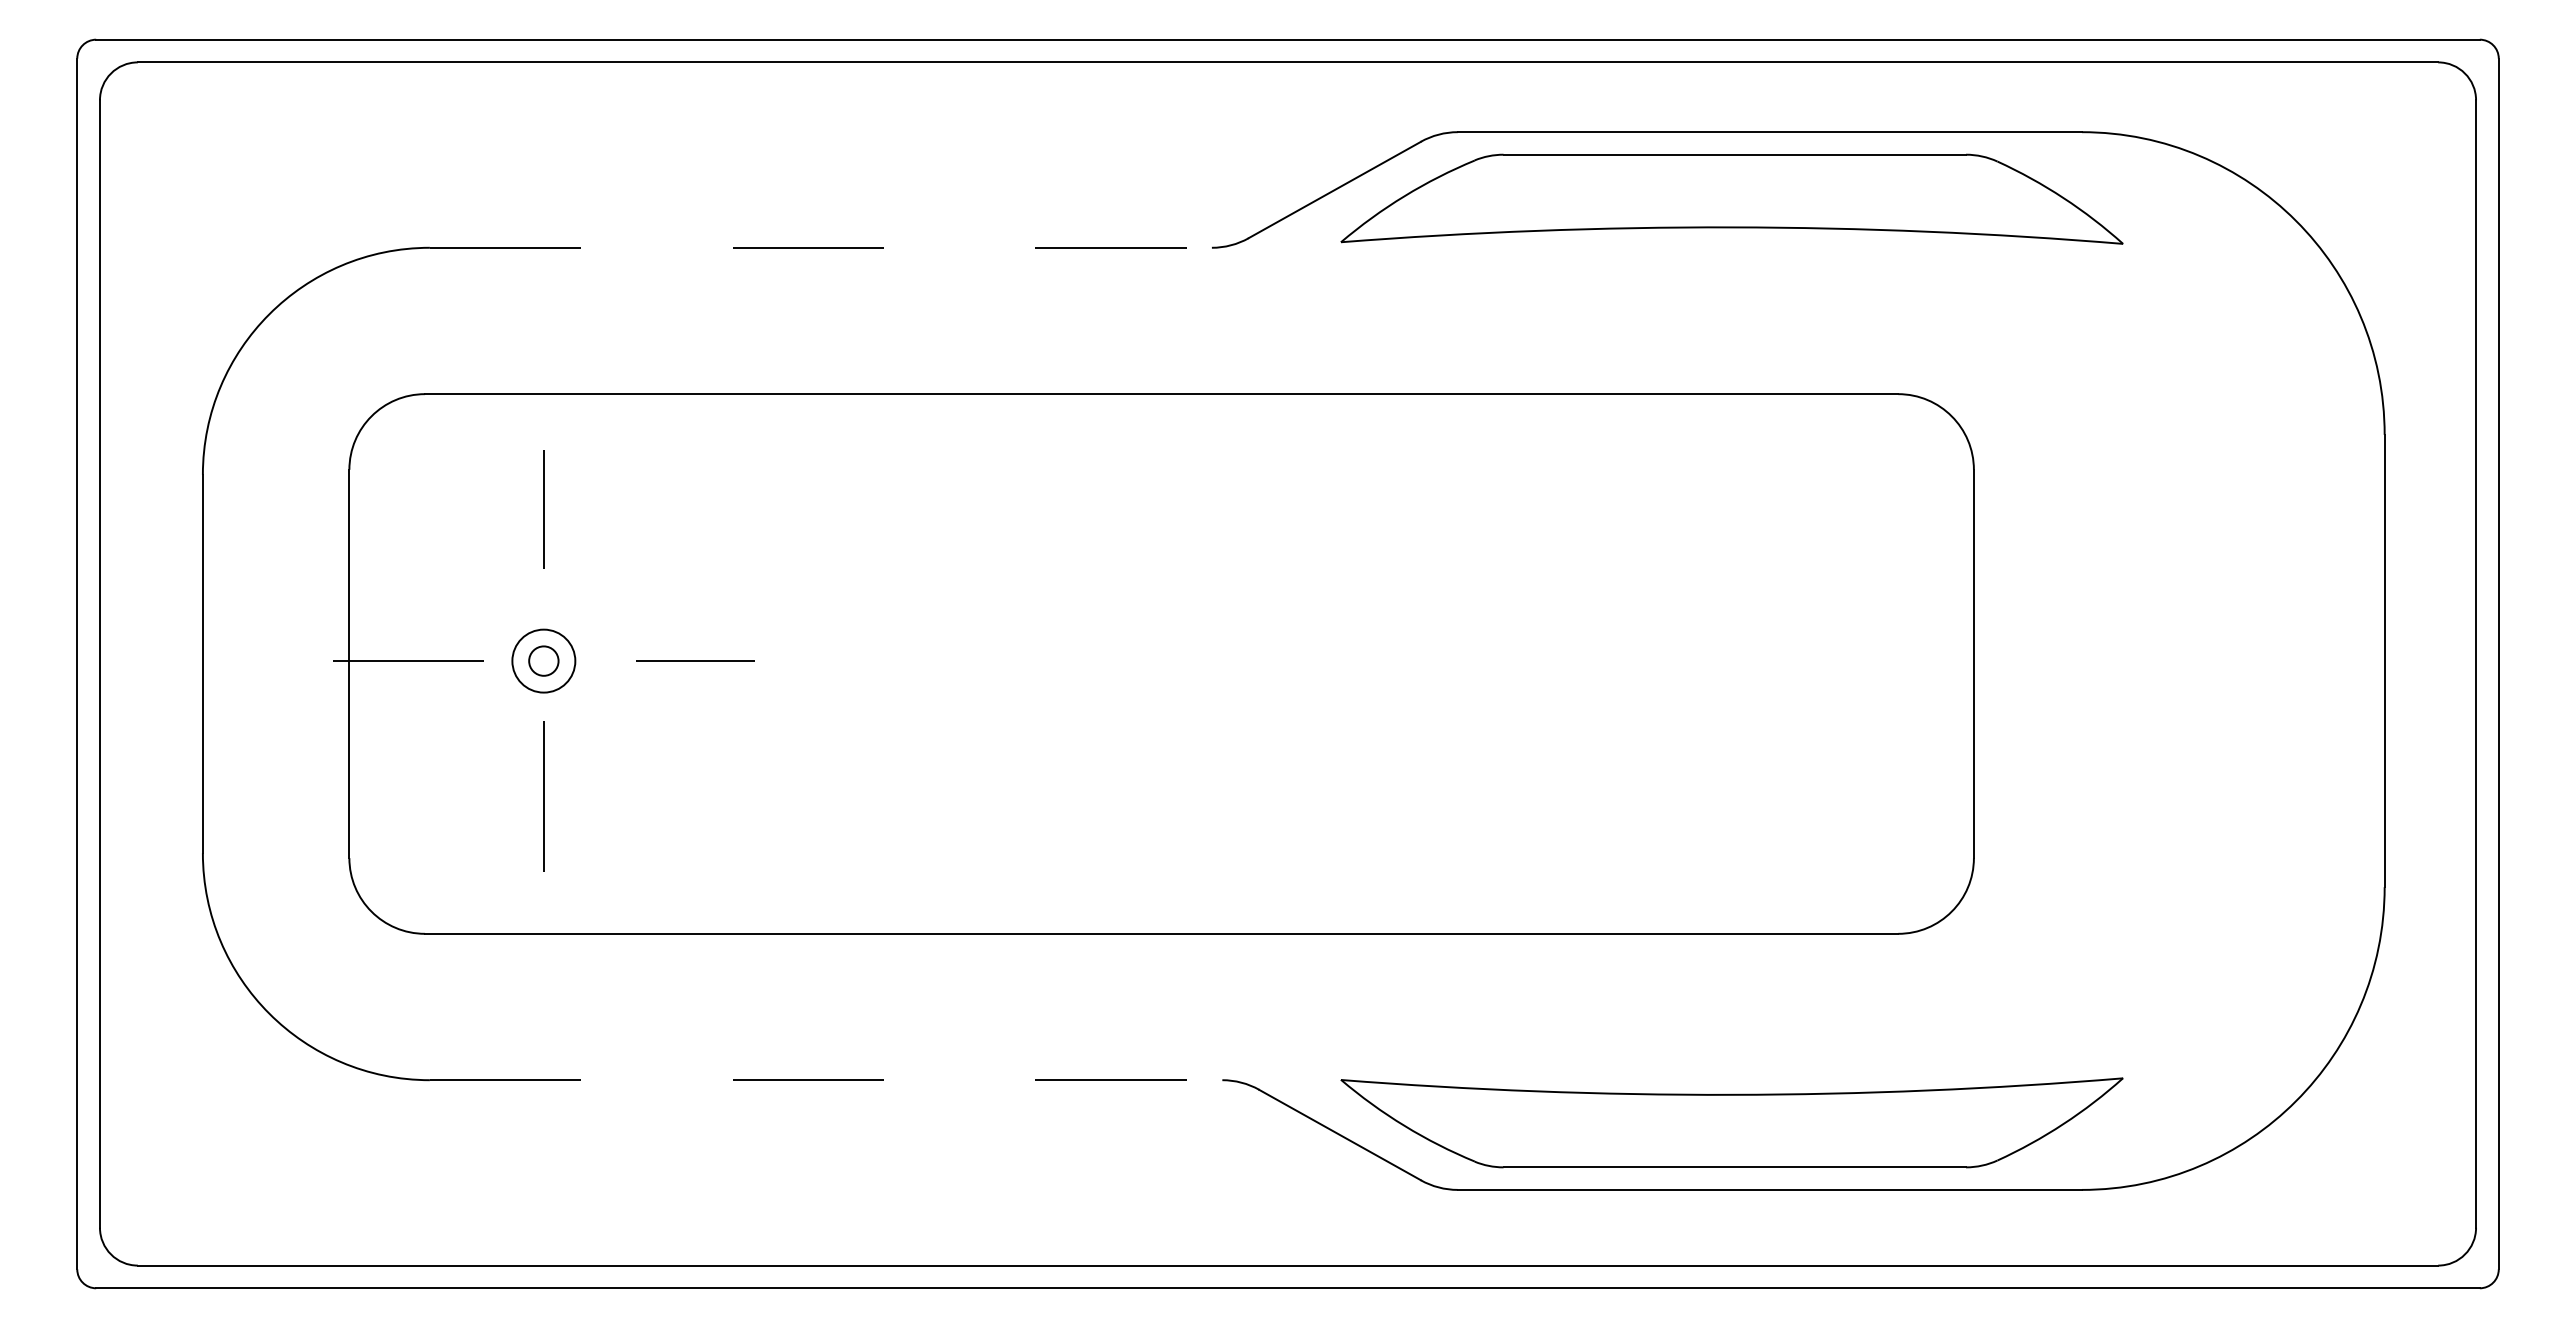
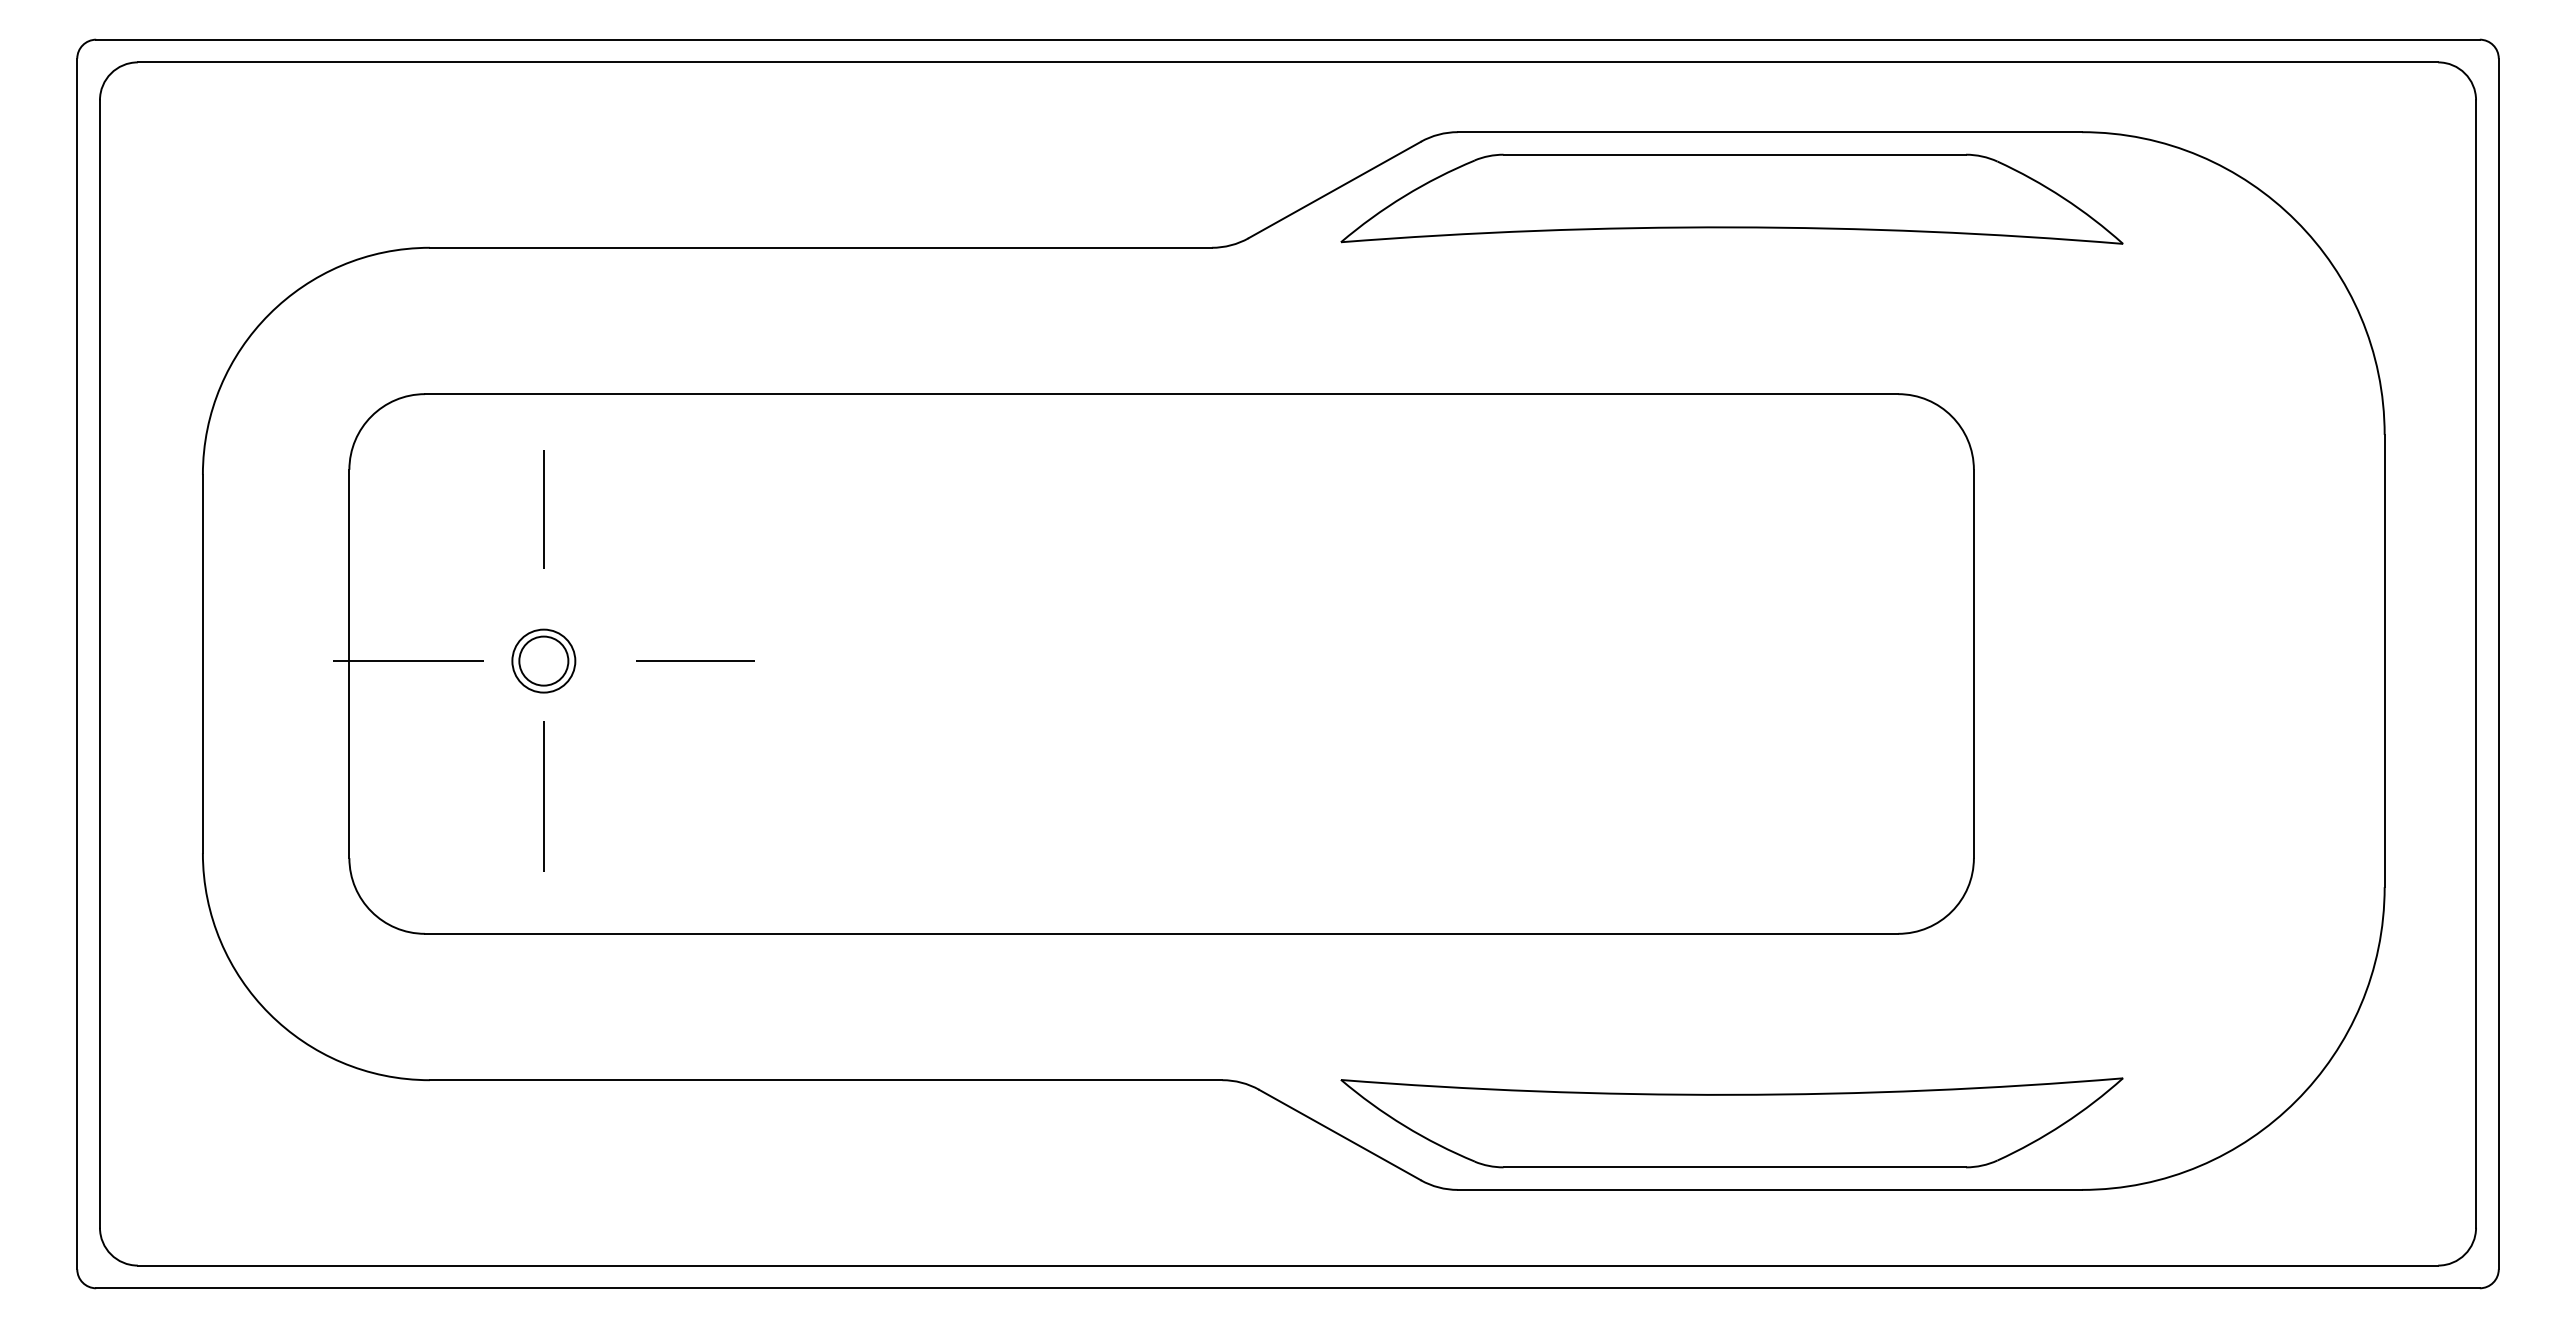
line at (820, 247): dashed -> solid
circle at (543, 660) diameter: 29 px -> 49 px
line at (826, 1080): dashed -> solid
